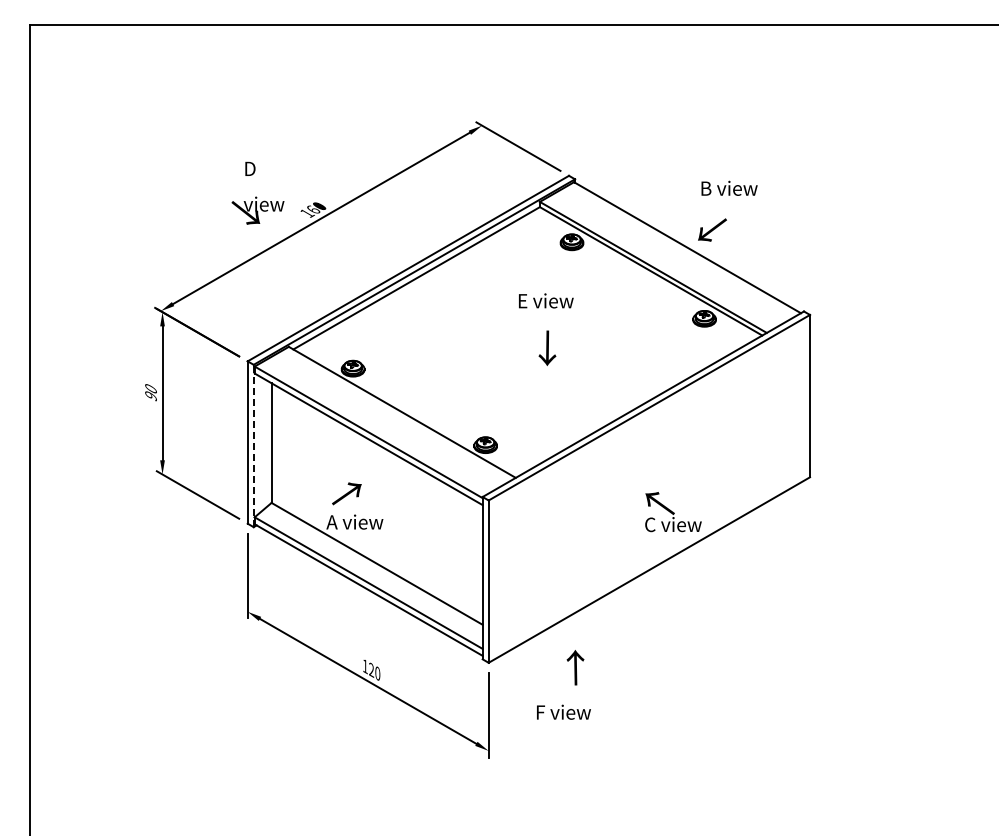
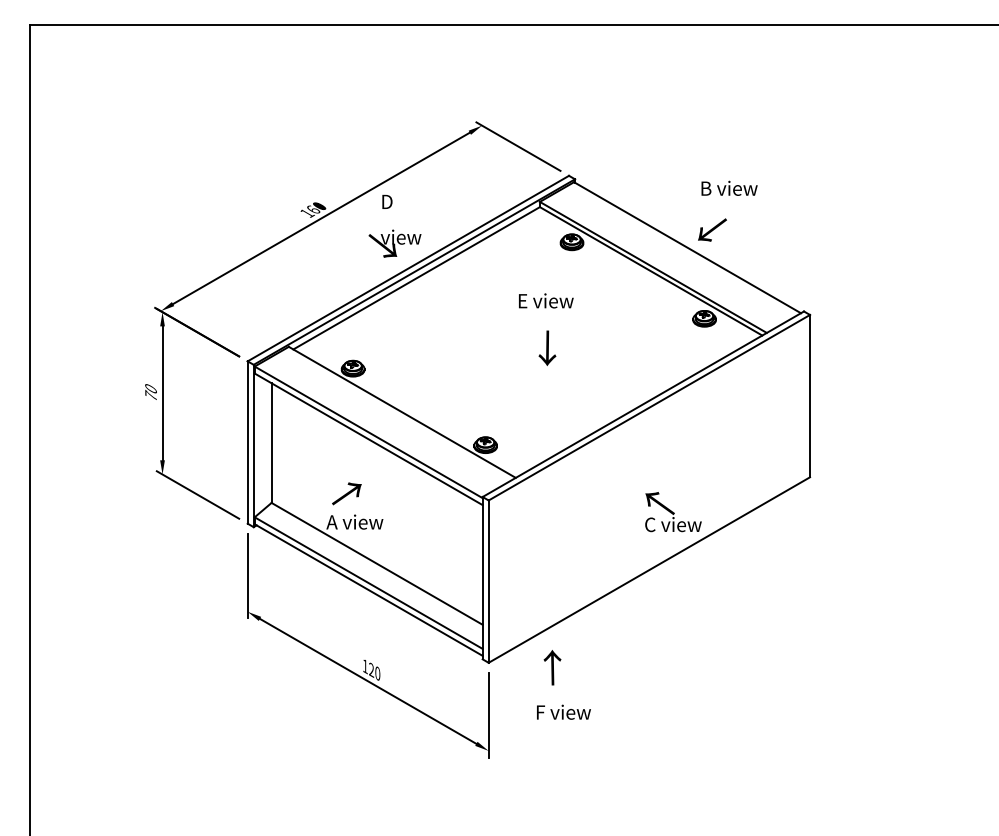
text at (257, 192) position: (257, 192) -> (394, 225)
text at (150, 395): 90 -> 70
line at (253, 445): dashed -> solid
text at (575, 667) position: (575, 667) -> (552, 667)
